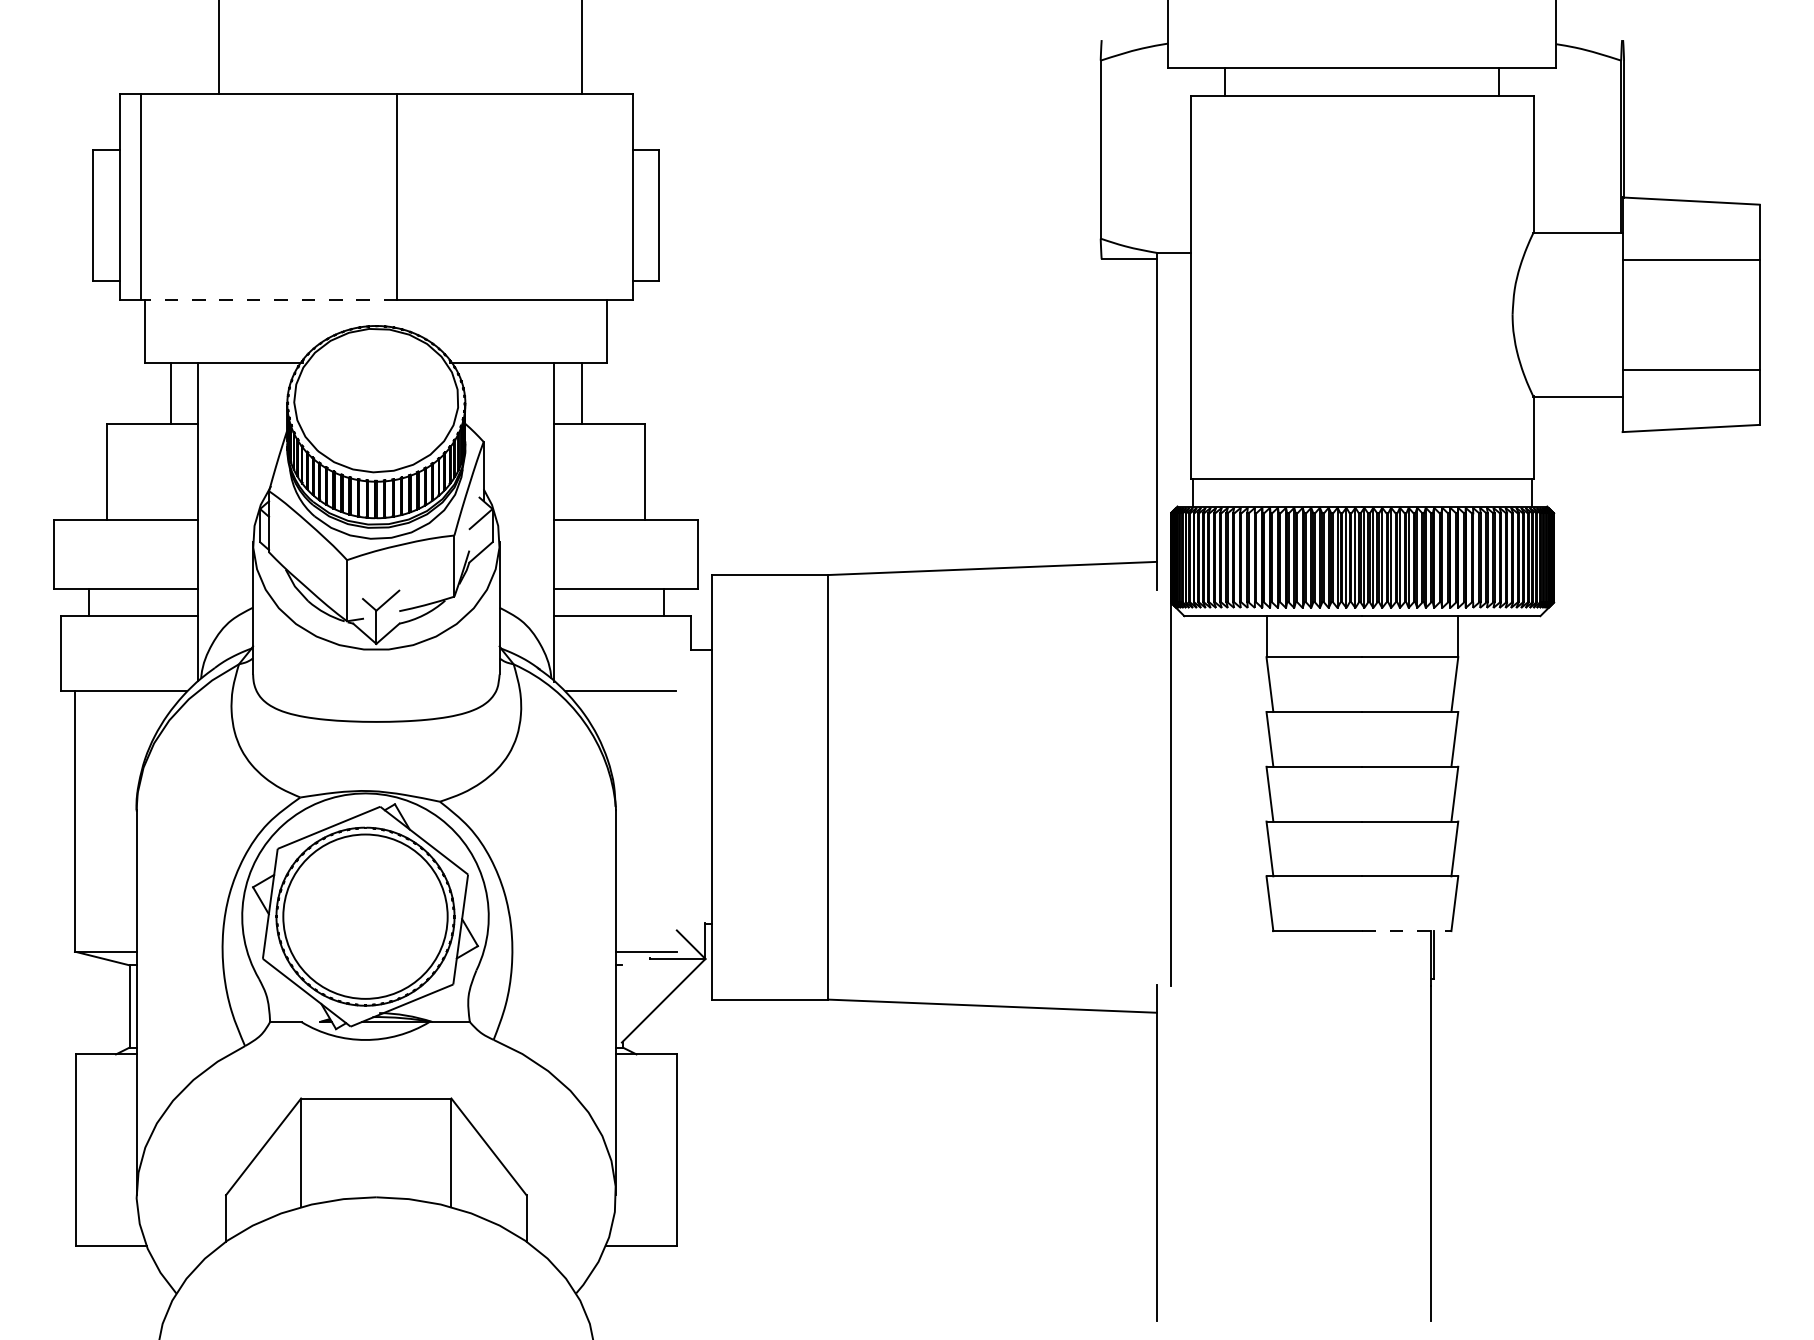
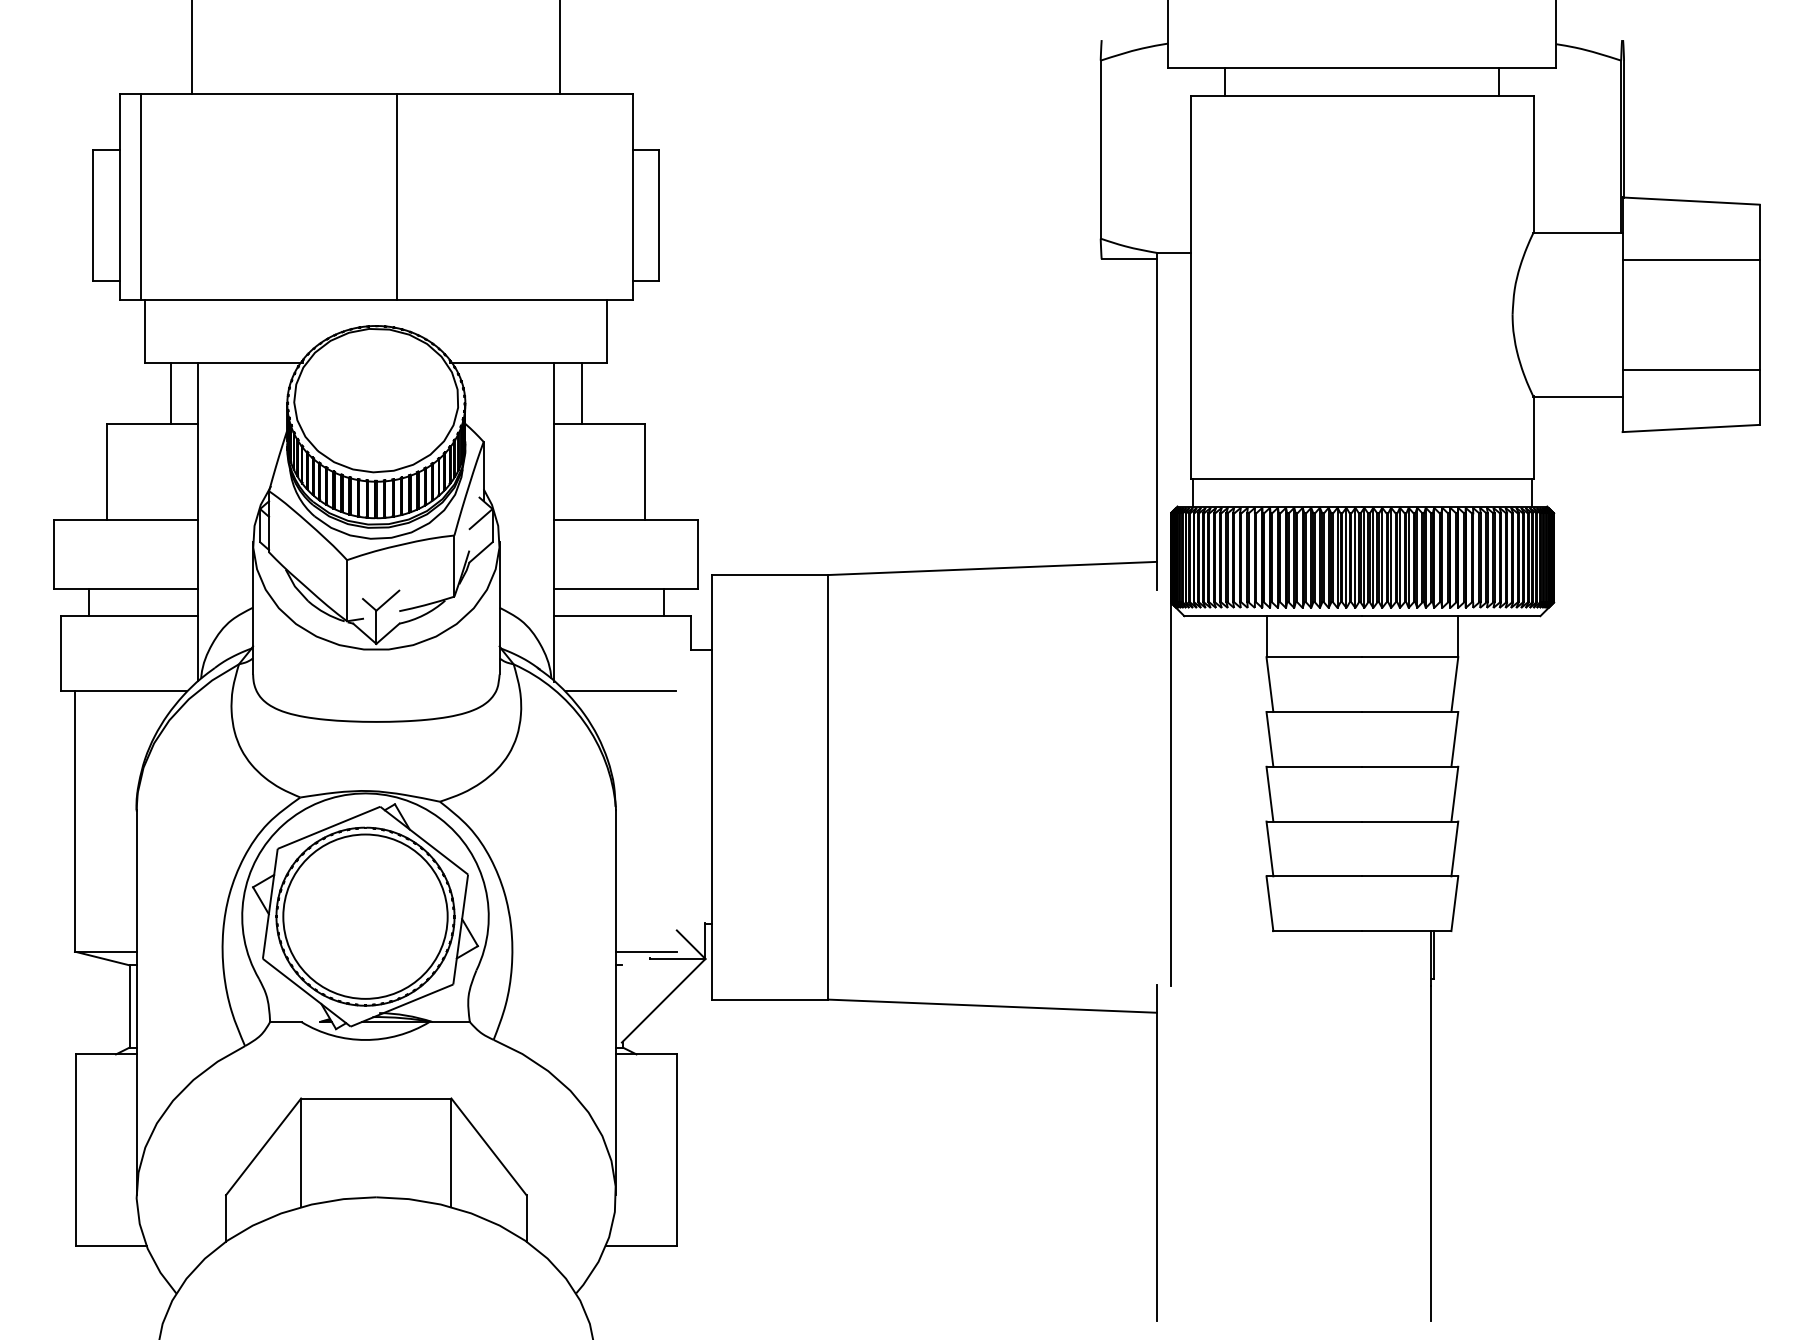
line at (219, 48) position: (219, 48) -> (192, 48)
line at (582, 48) position: (582, 48) -> (560, 48)
line at (268, 299): dashed -> solid
line at (1406, 931): dashed -> solid
